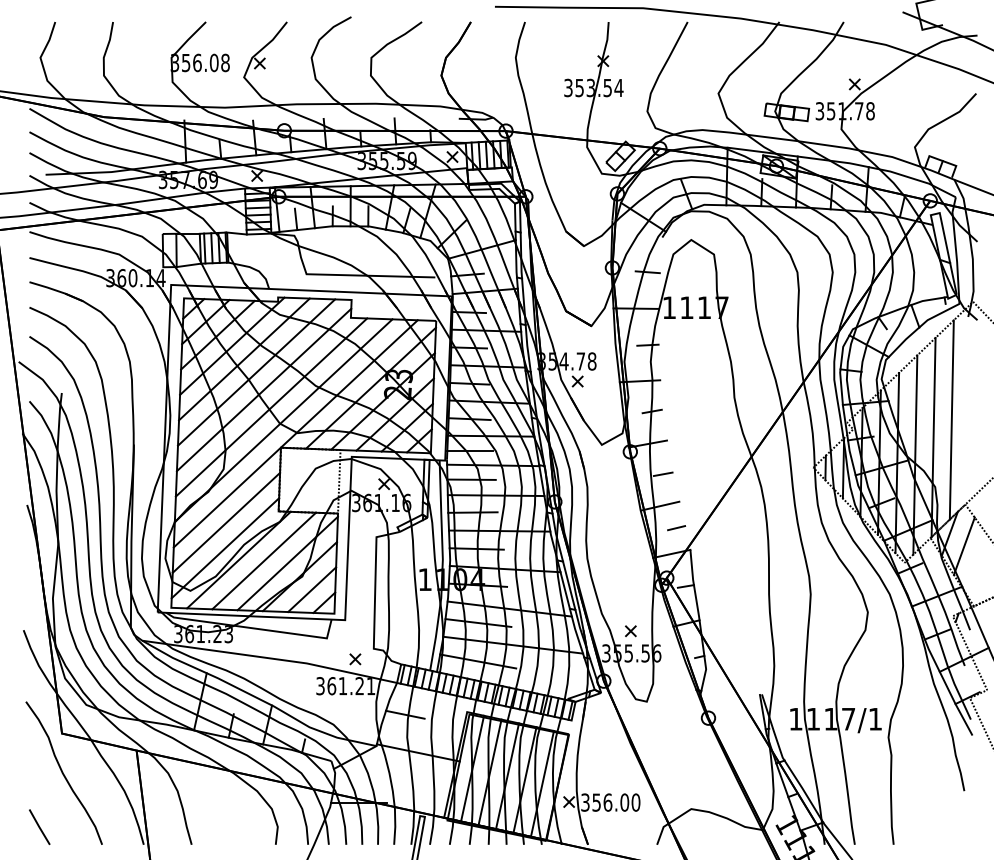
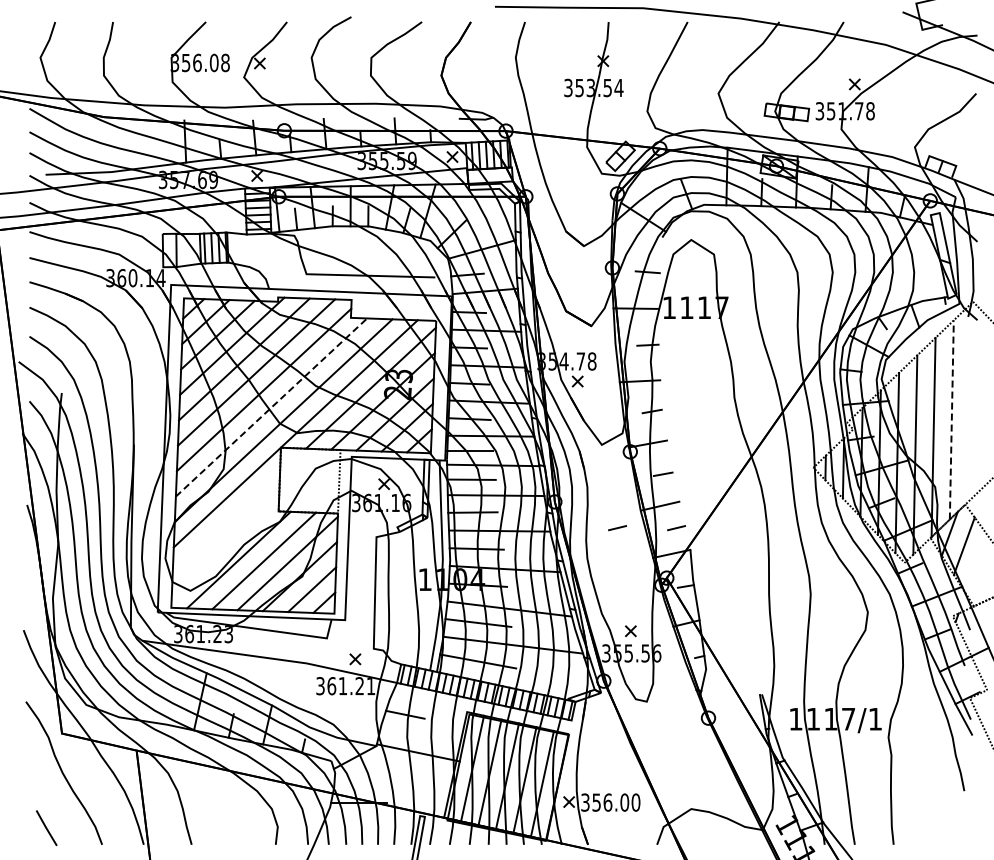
line at (271, 407): solid -> dashed
line at (951, 419): solid -> dashed
line at (226, 522): present -> none
line at (617, 528): none -> present
line at (225, 548): present -> none
line at (39, 826) position: (39, 826) -> (46, 827)
